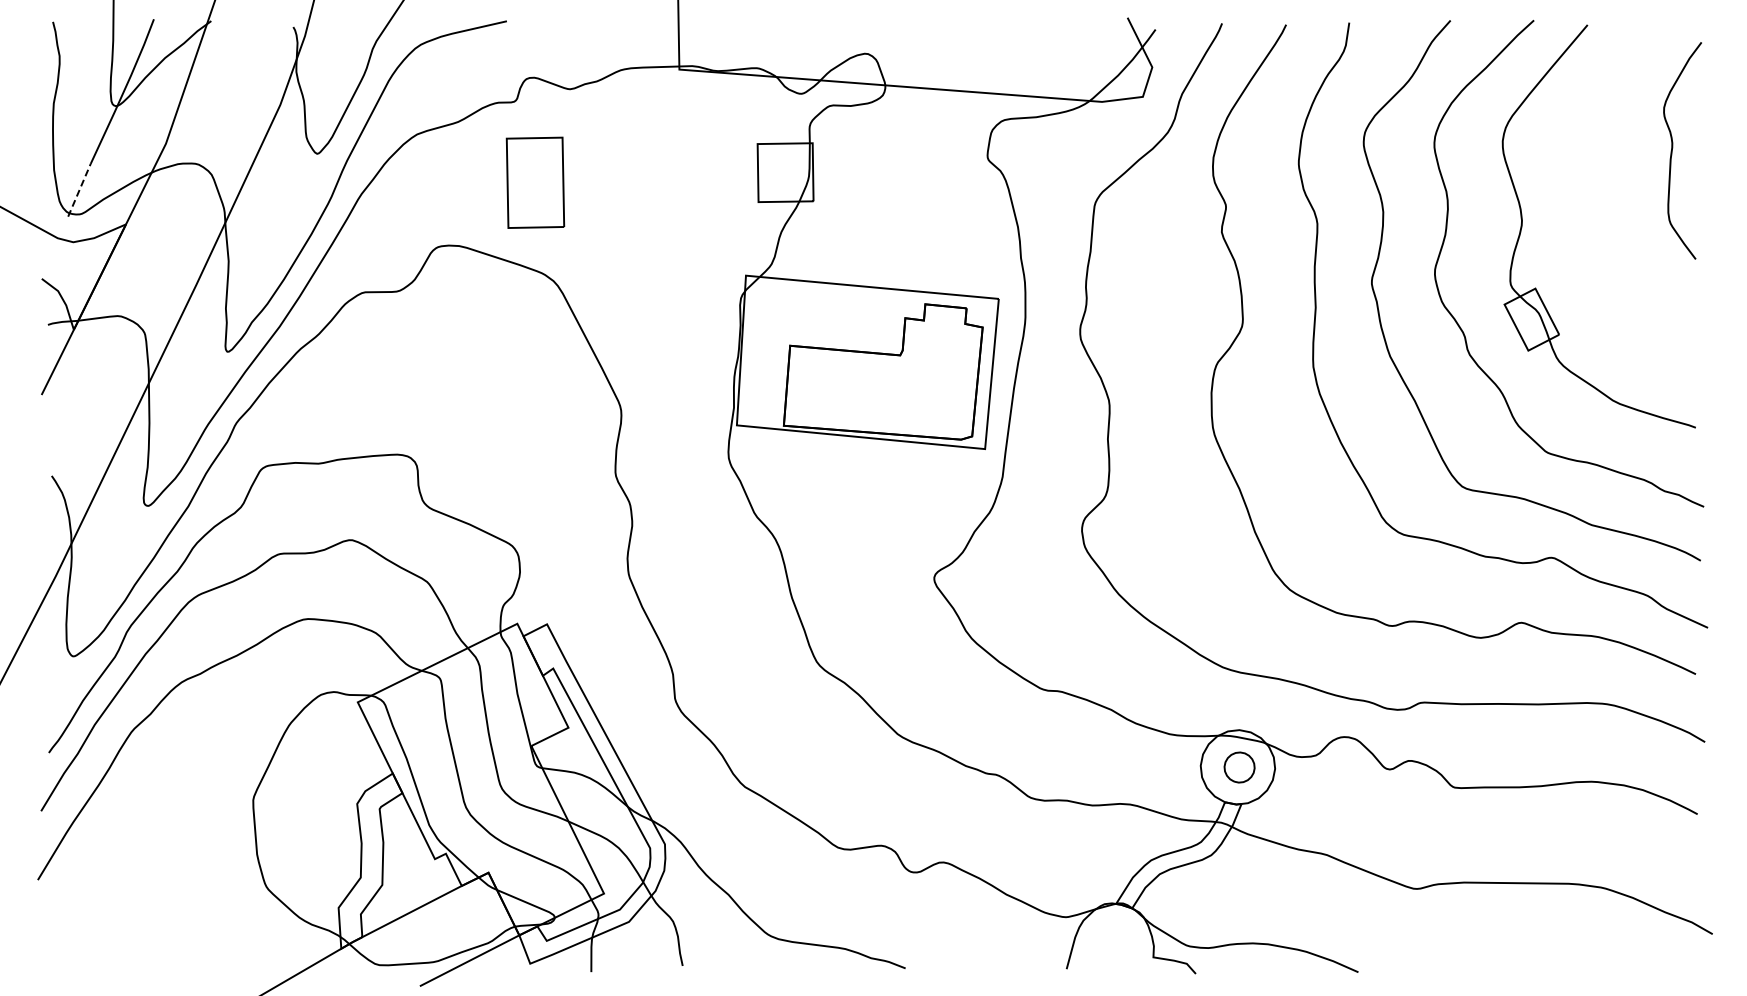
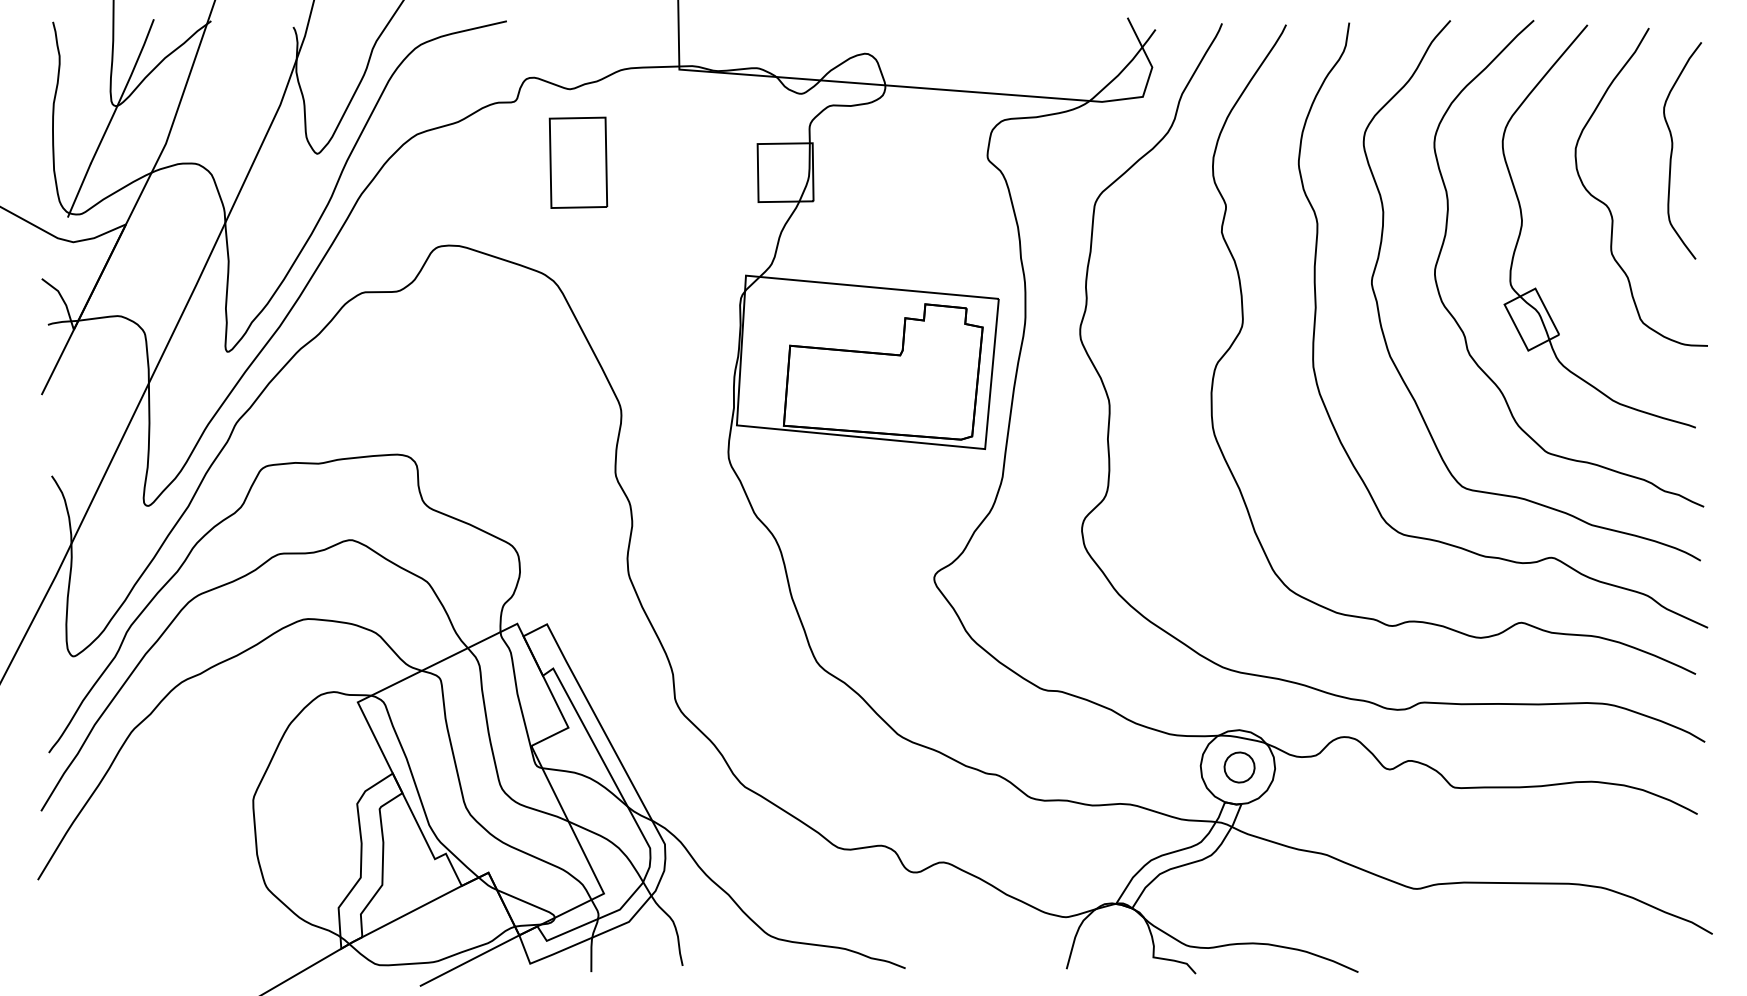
part at (535, 182) position: (535, 182) -> (578, 162)
line at (79, 190): dashed -> solid
curve at (1609, 207): none -> present
